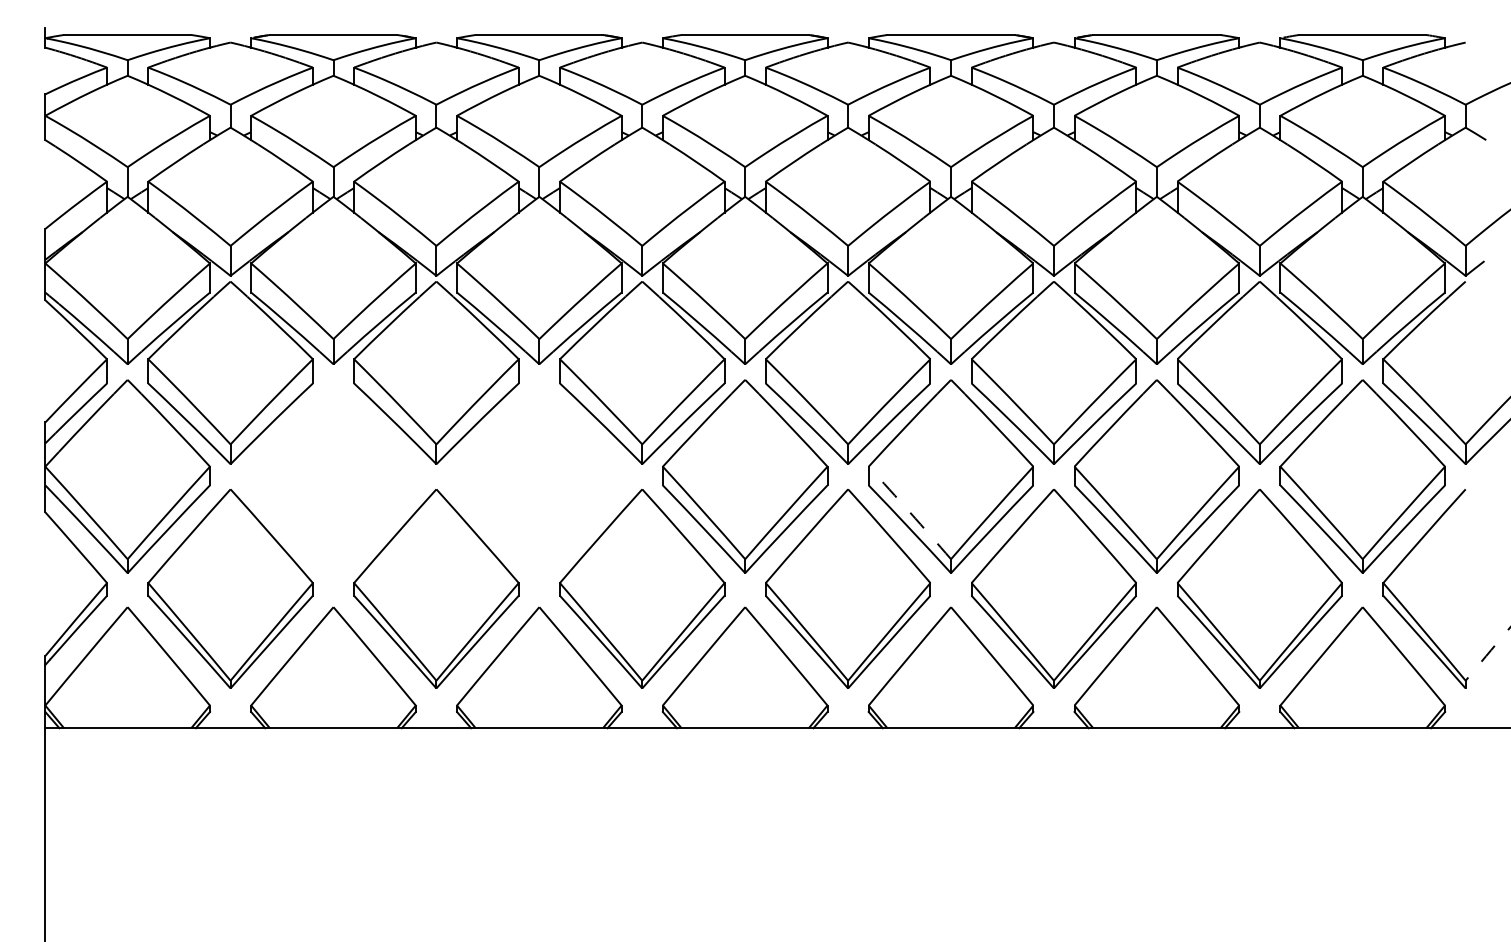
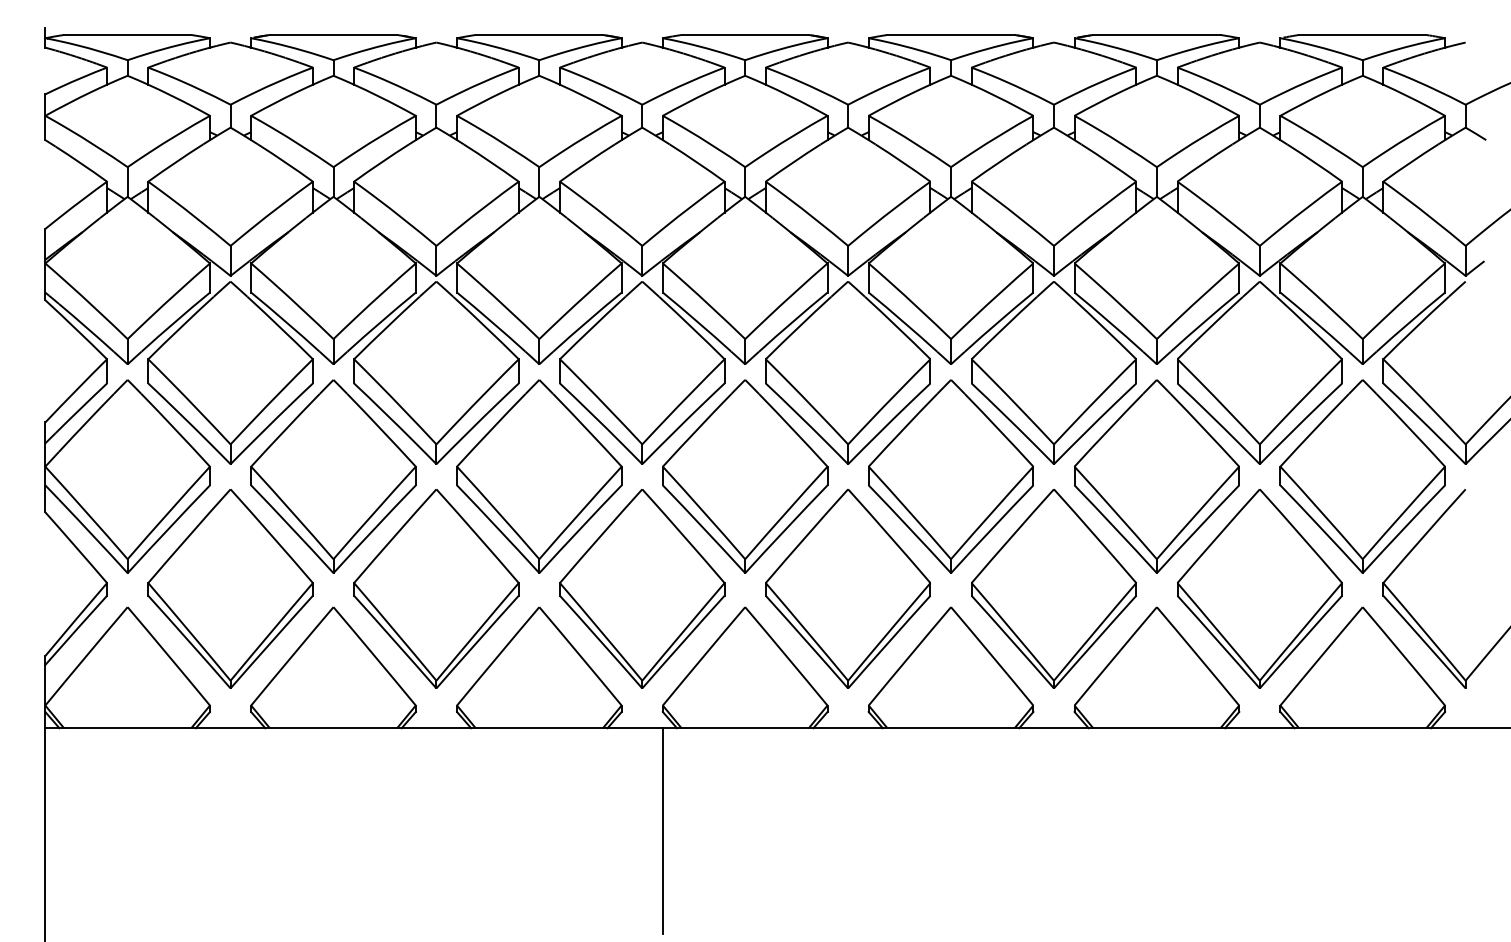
part at (333, 476): none -> present
part at (539, 476): none -> present
arc at (910, 512): dashed -> solid
arc at (1488, 653): dashed -> solid
line at (662, 831): none -> present
